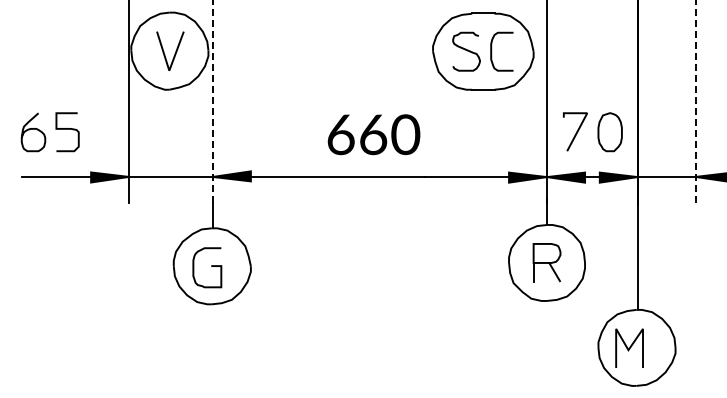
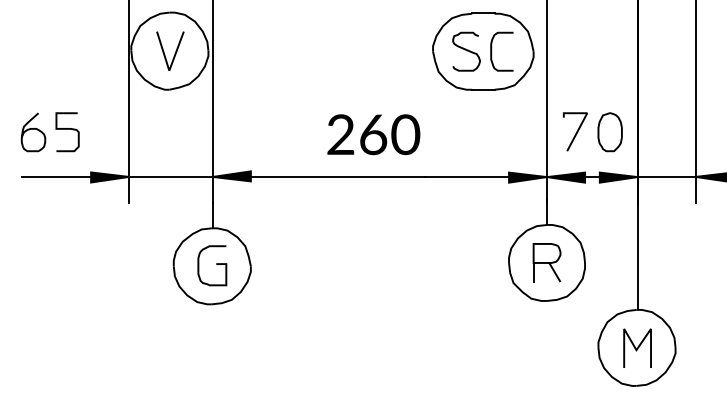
line at (212, 100): dashed -> solid
line at (695, 101): dashed -> solid
text at (340, 134): 660 -> 260
curve at (211, 266) position: (211, 266) -> (216, 264)
line at (629, 347) position: (629, 347) -> (637, 347)
